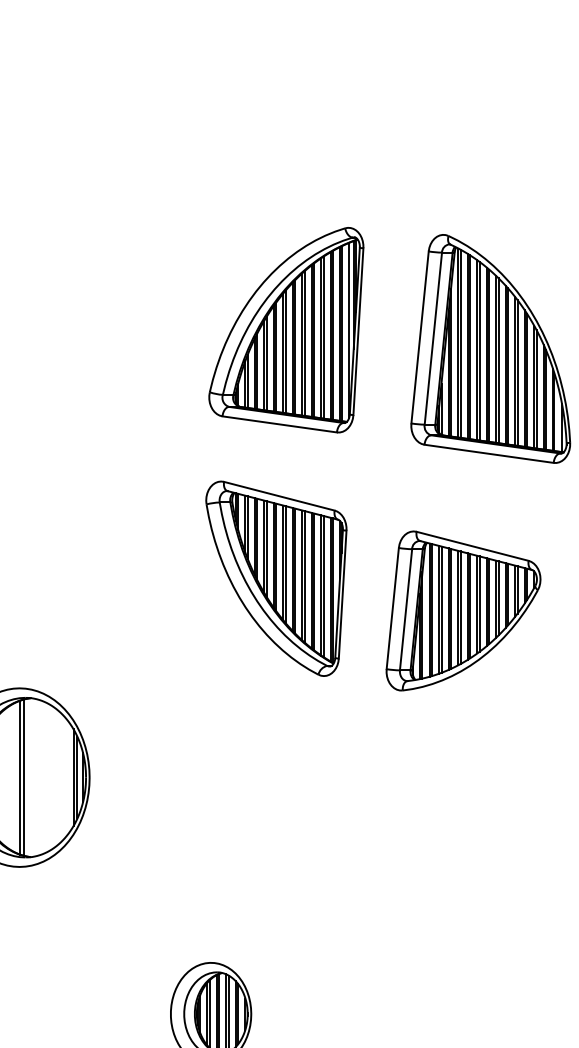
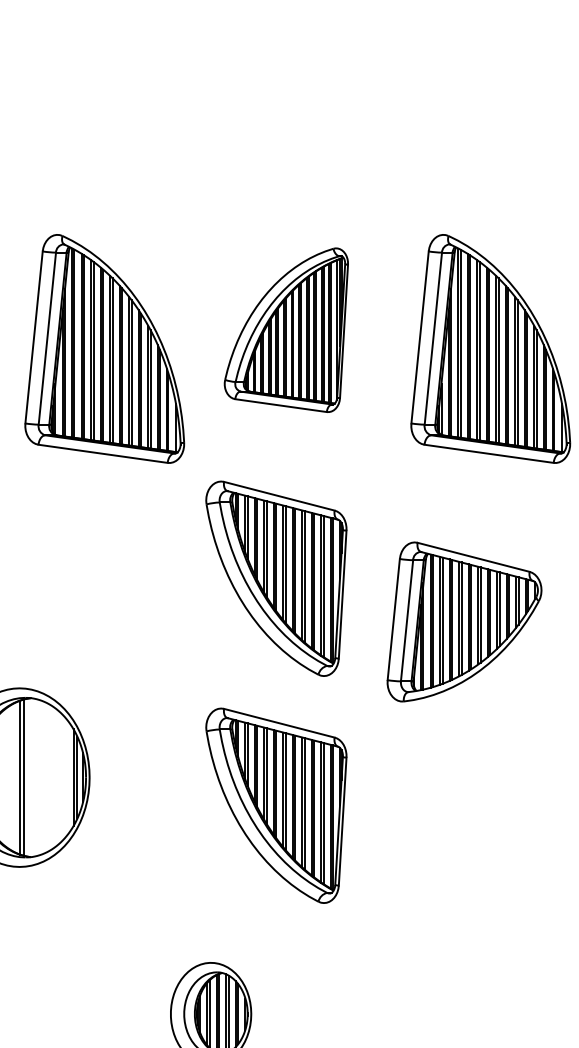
part at (286, 330) size: 157x207 px -> 126x166 px
part at (104, 348): none -> present
part at (463, 610) position: (463, 610) -> (464, 621)
part at (276, 805): none -> present
